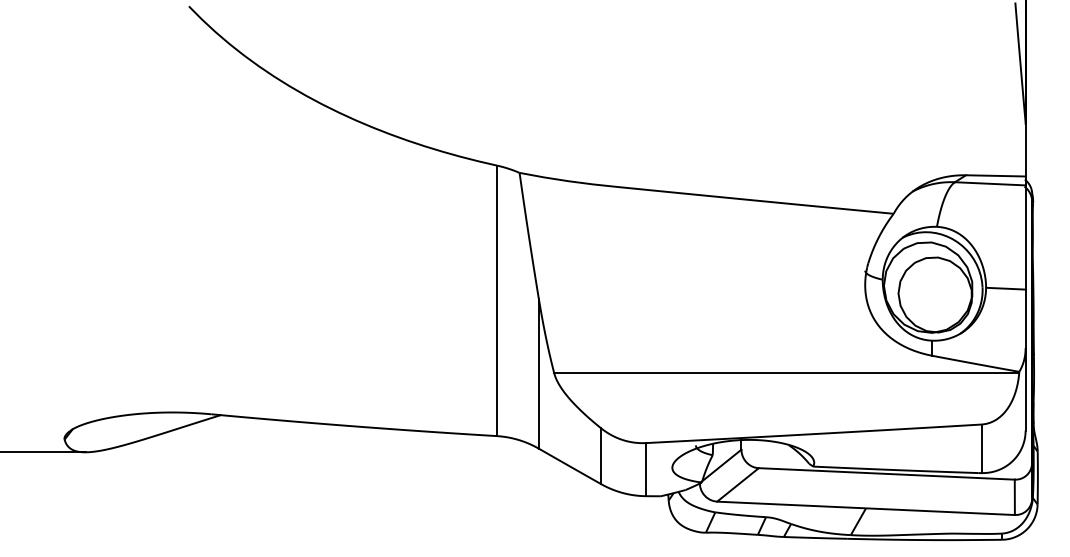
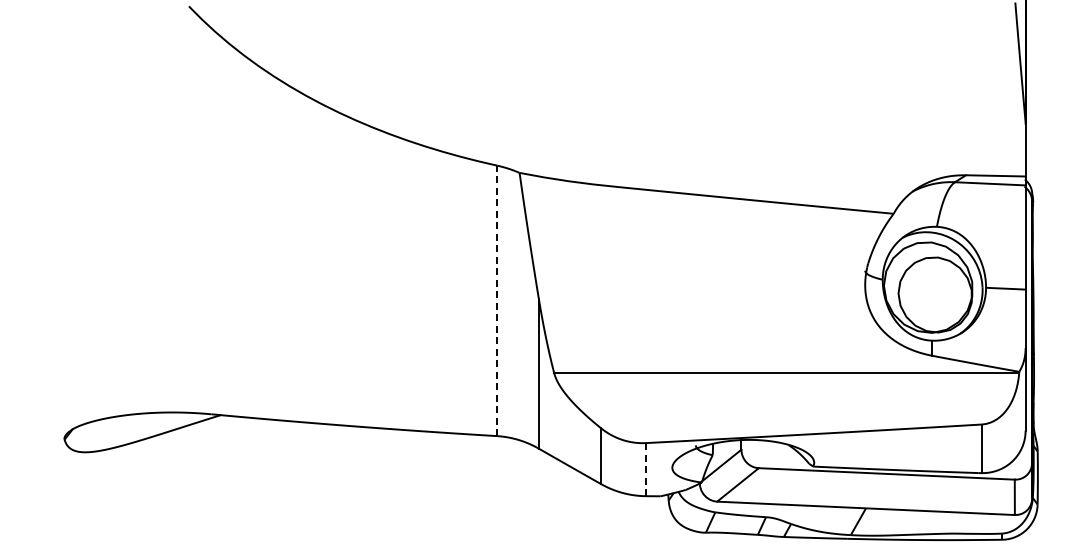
line at (497, 300): solid -> dashed
line at (43, 452): present -> none
line at (646, 469): solid -> dashed
